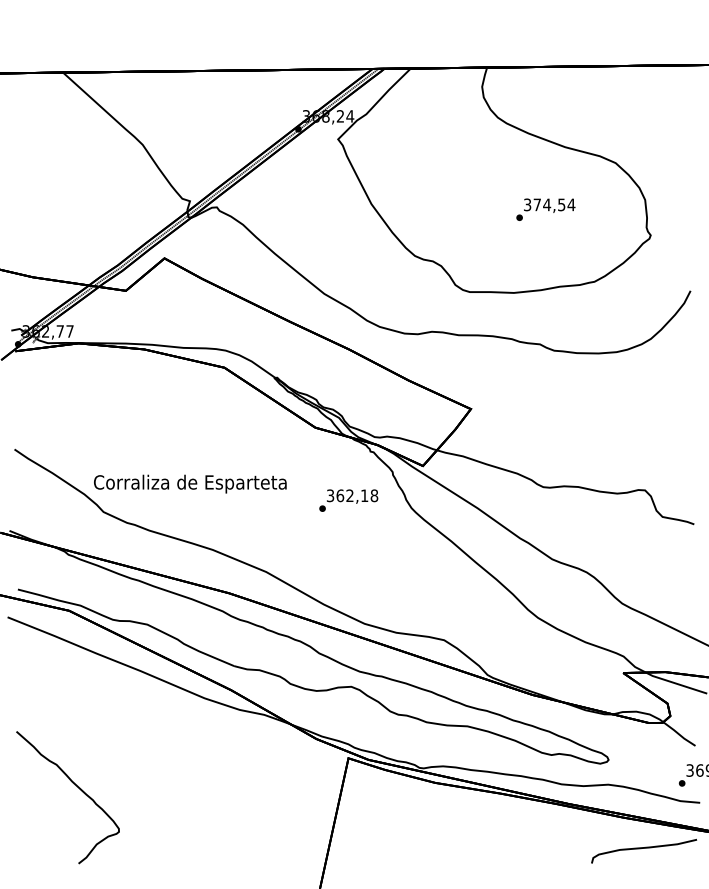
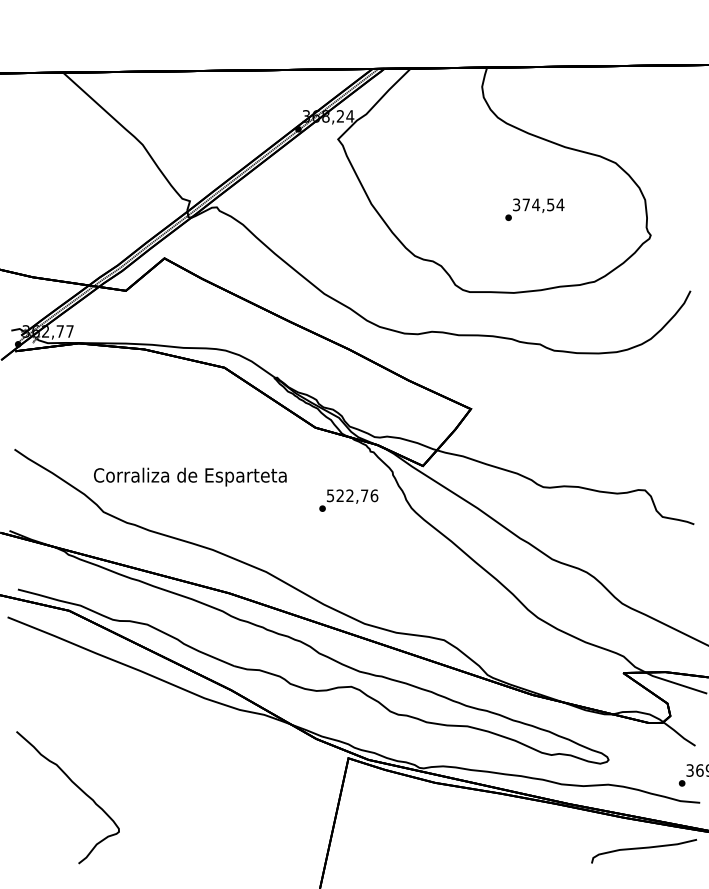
text at (545, 209) position: (545, 209) -> (534, 209)
text at (190, 483) position: (190, 483) -> (190, 476)
text at (352, 495): 362,18 -> 522,76
